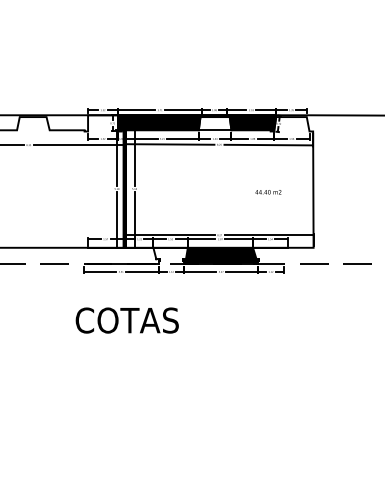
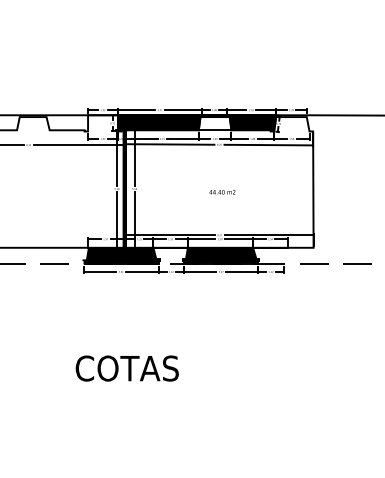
text at (268, 192) position: (268, 192) -> (222, 192)
fill at (120, 255): none -> present
text at (126, 320) position: (126, 320) -> (126, 368)
